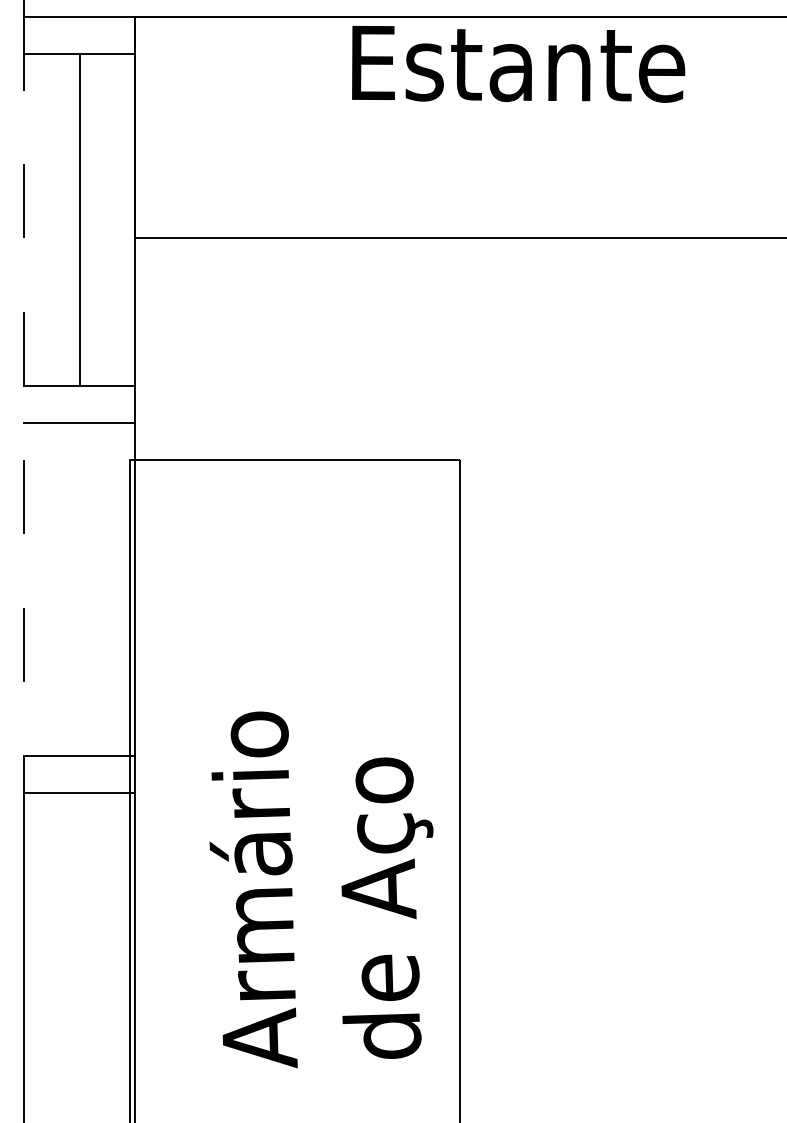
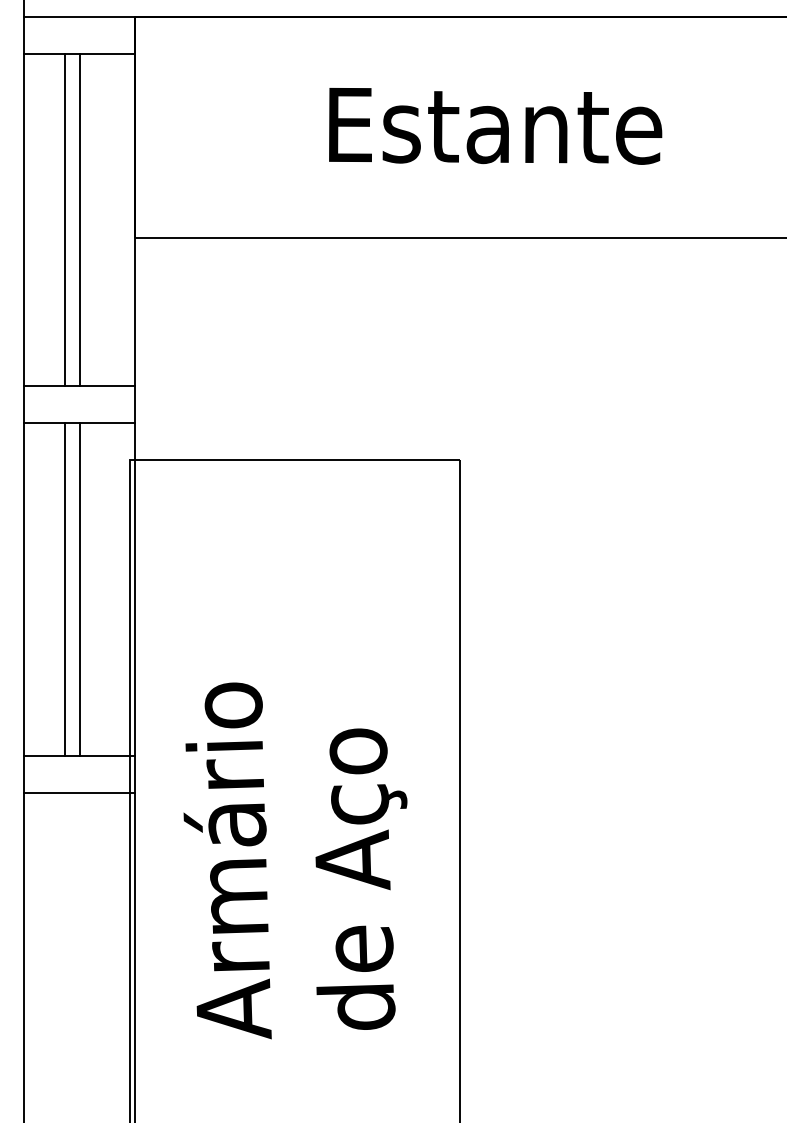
text at (518, 64) position: (518, 64) -> (495, 126)
line at (64, 219): none -> present
line at (24, 405): dashed -> solid
line at (64, 589): none -> present
line at (79, 589): none -> present
text at (321, 889) position: (321, 889) -> (295, 860)
